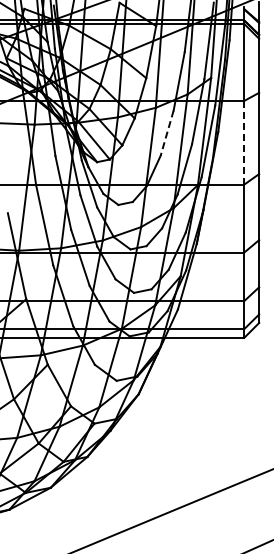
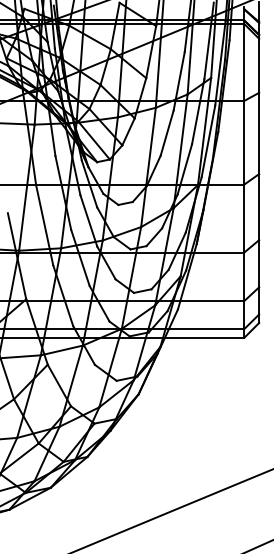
line at (167, 133): dashed -> solid
line at (244, 142): dashed -> solid
